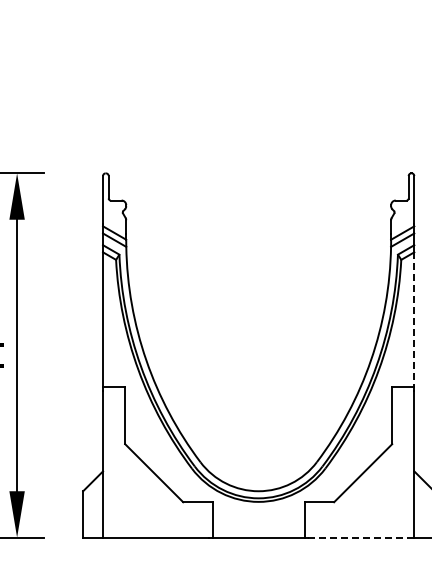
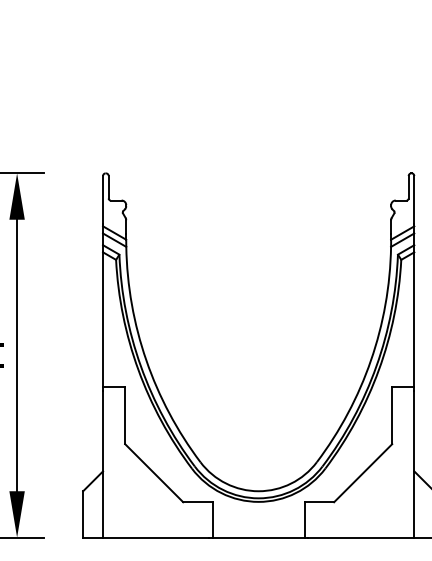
line at (414, 320): dashed -> solid
line at (361, 537): dashed -> solid
